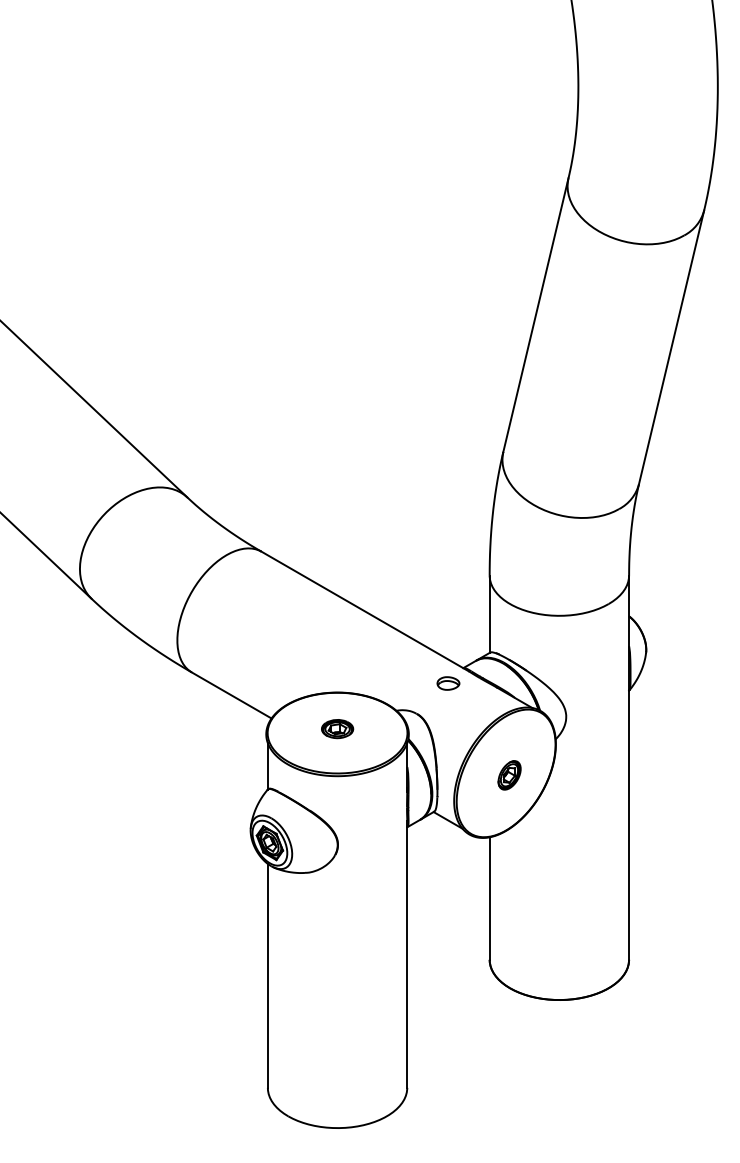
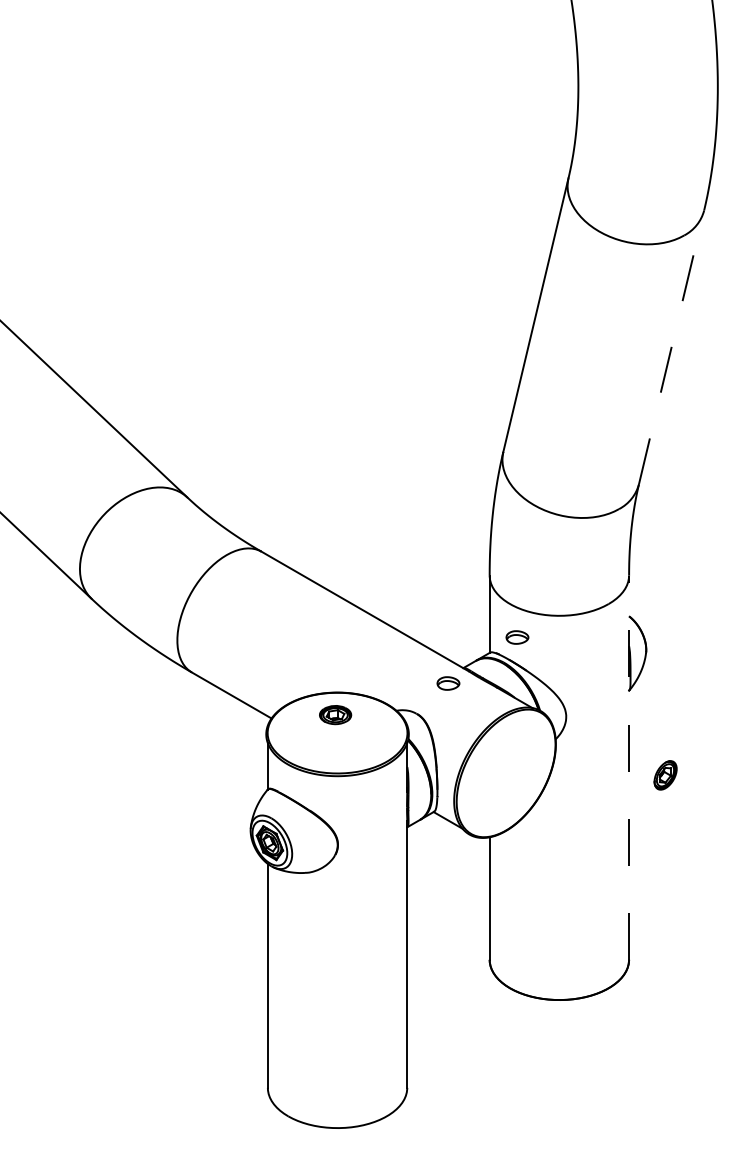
line at (671, 347): solid -> dashed
part at (517, 637): none -> present
part at (337, 729) position: (337, 729) -> (335, 715)
line at (629, 767): solid -> dashed
part at (509, 775) position: (509, 775) -> (665, 775)
